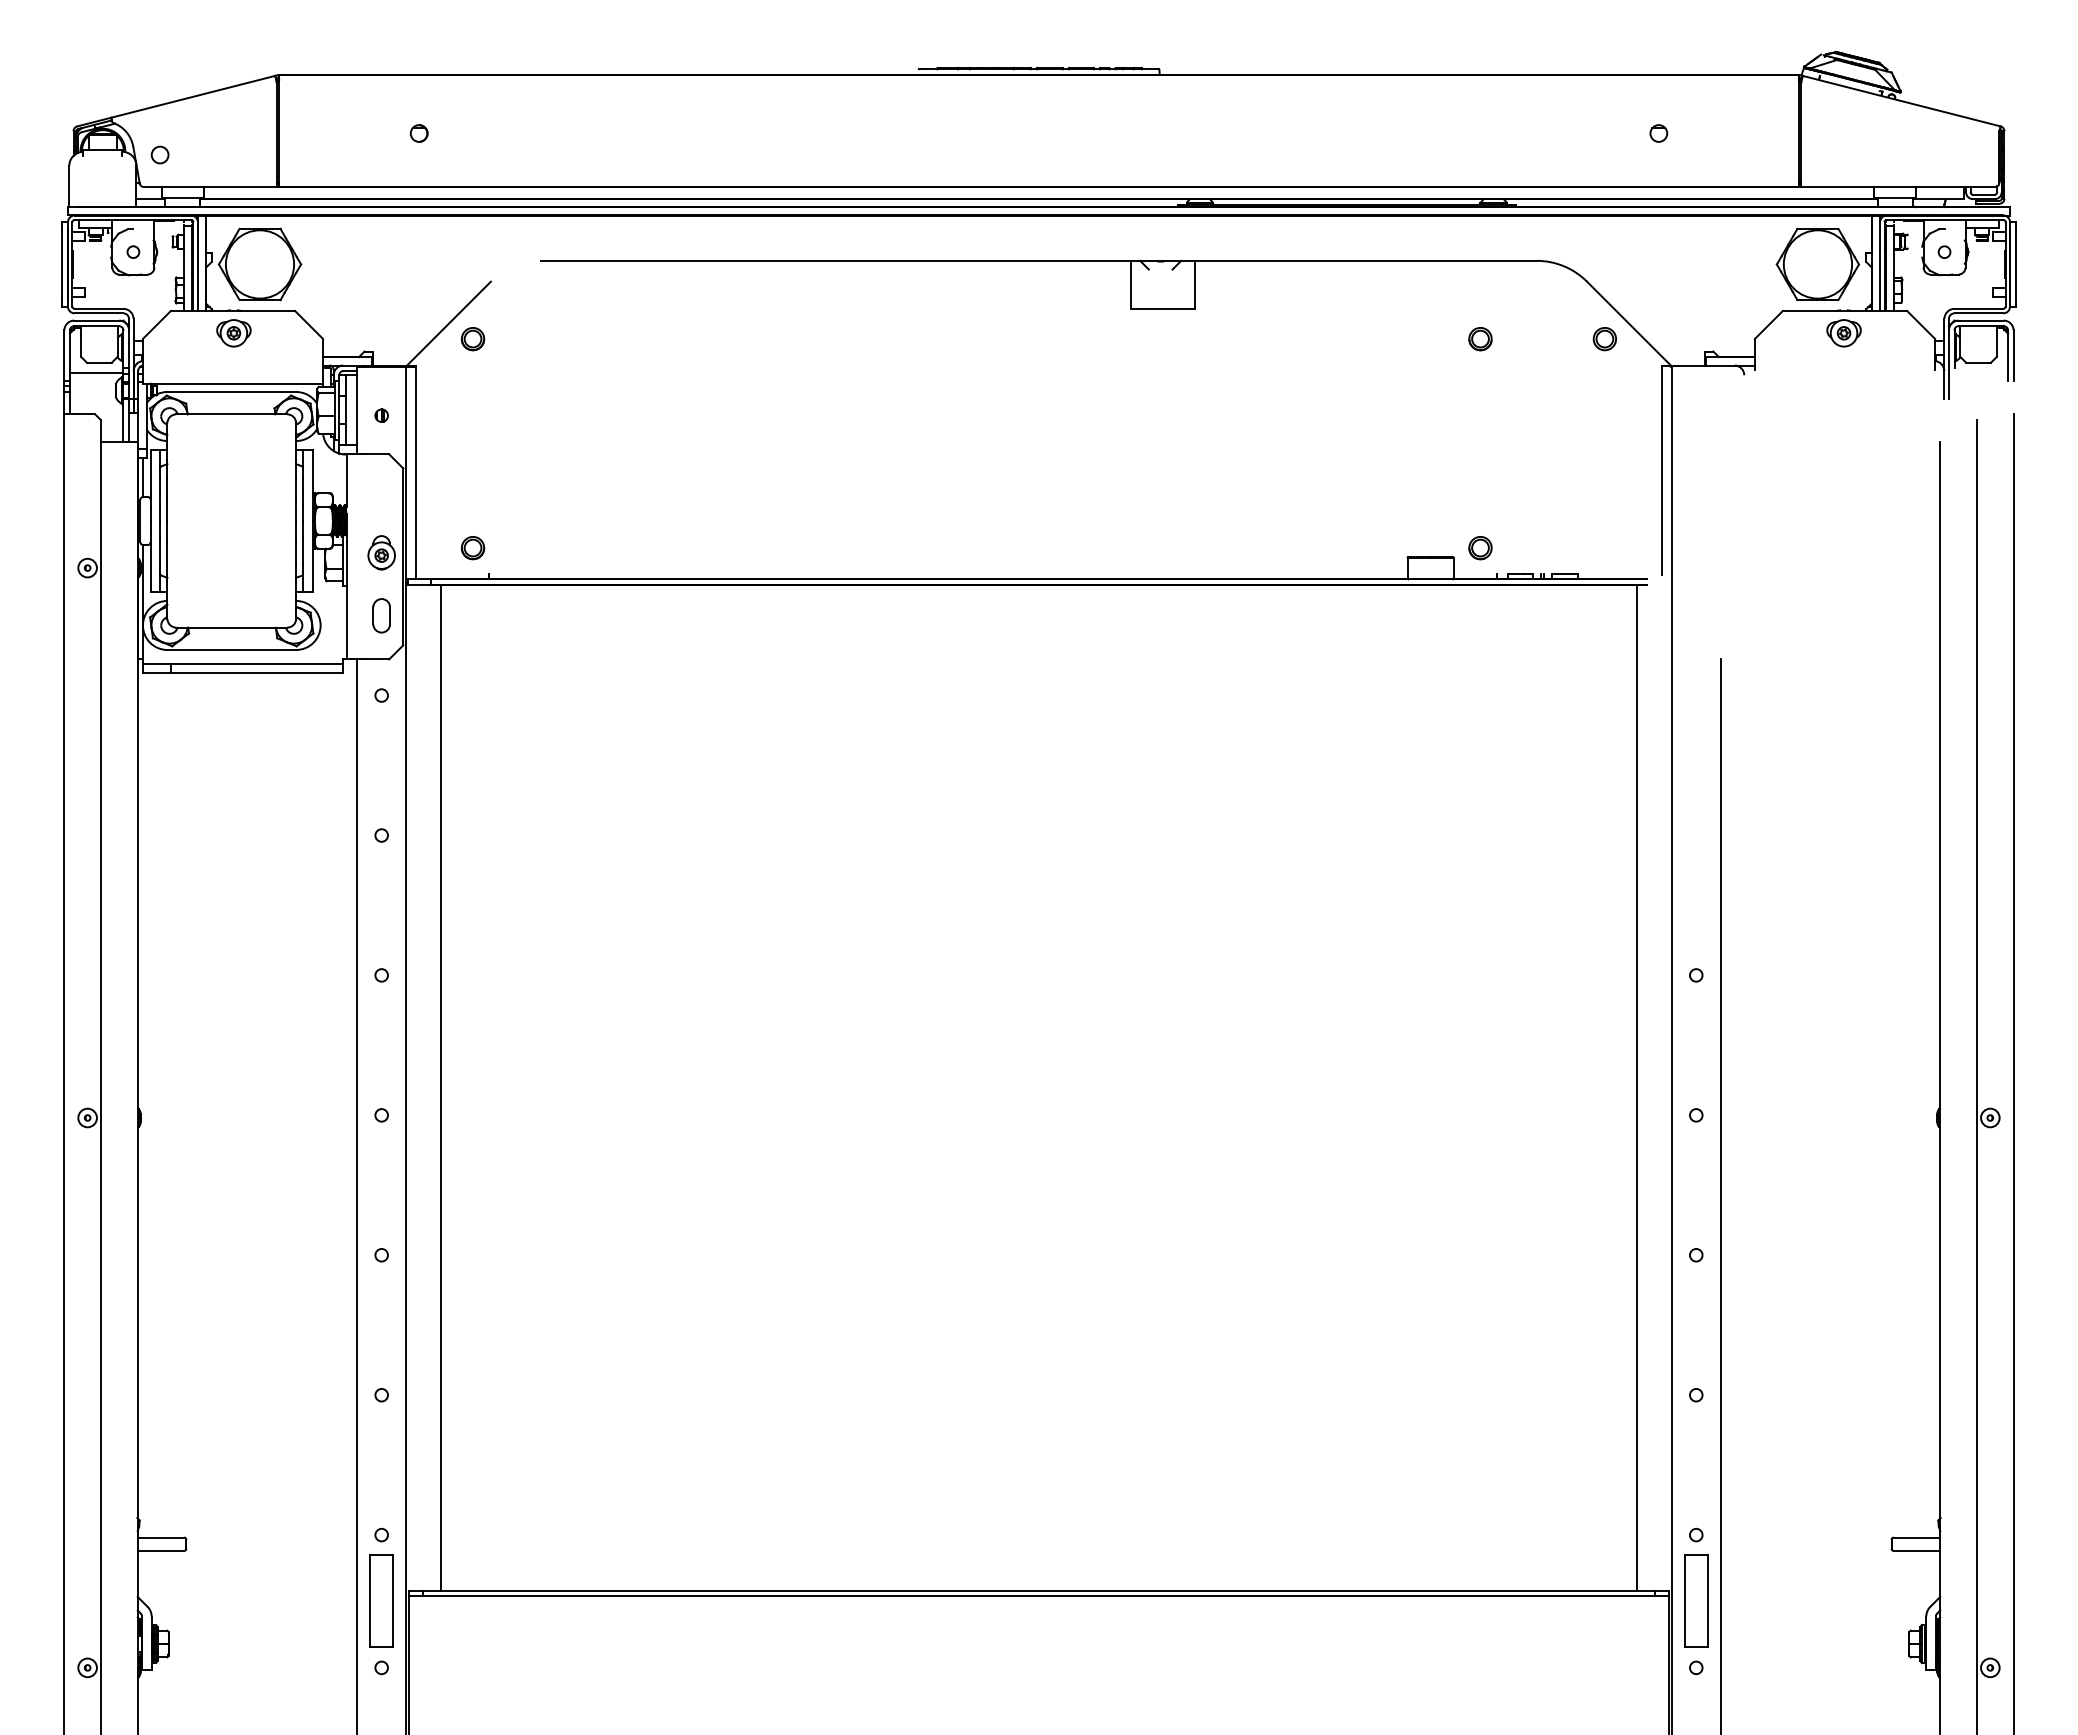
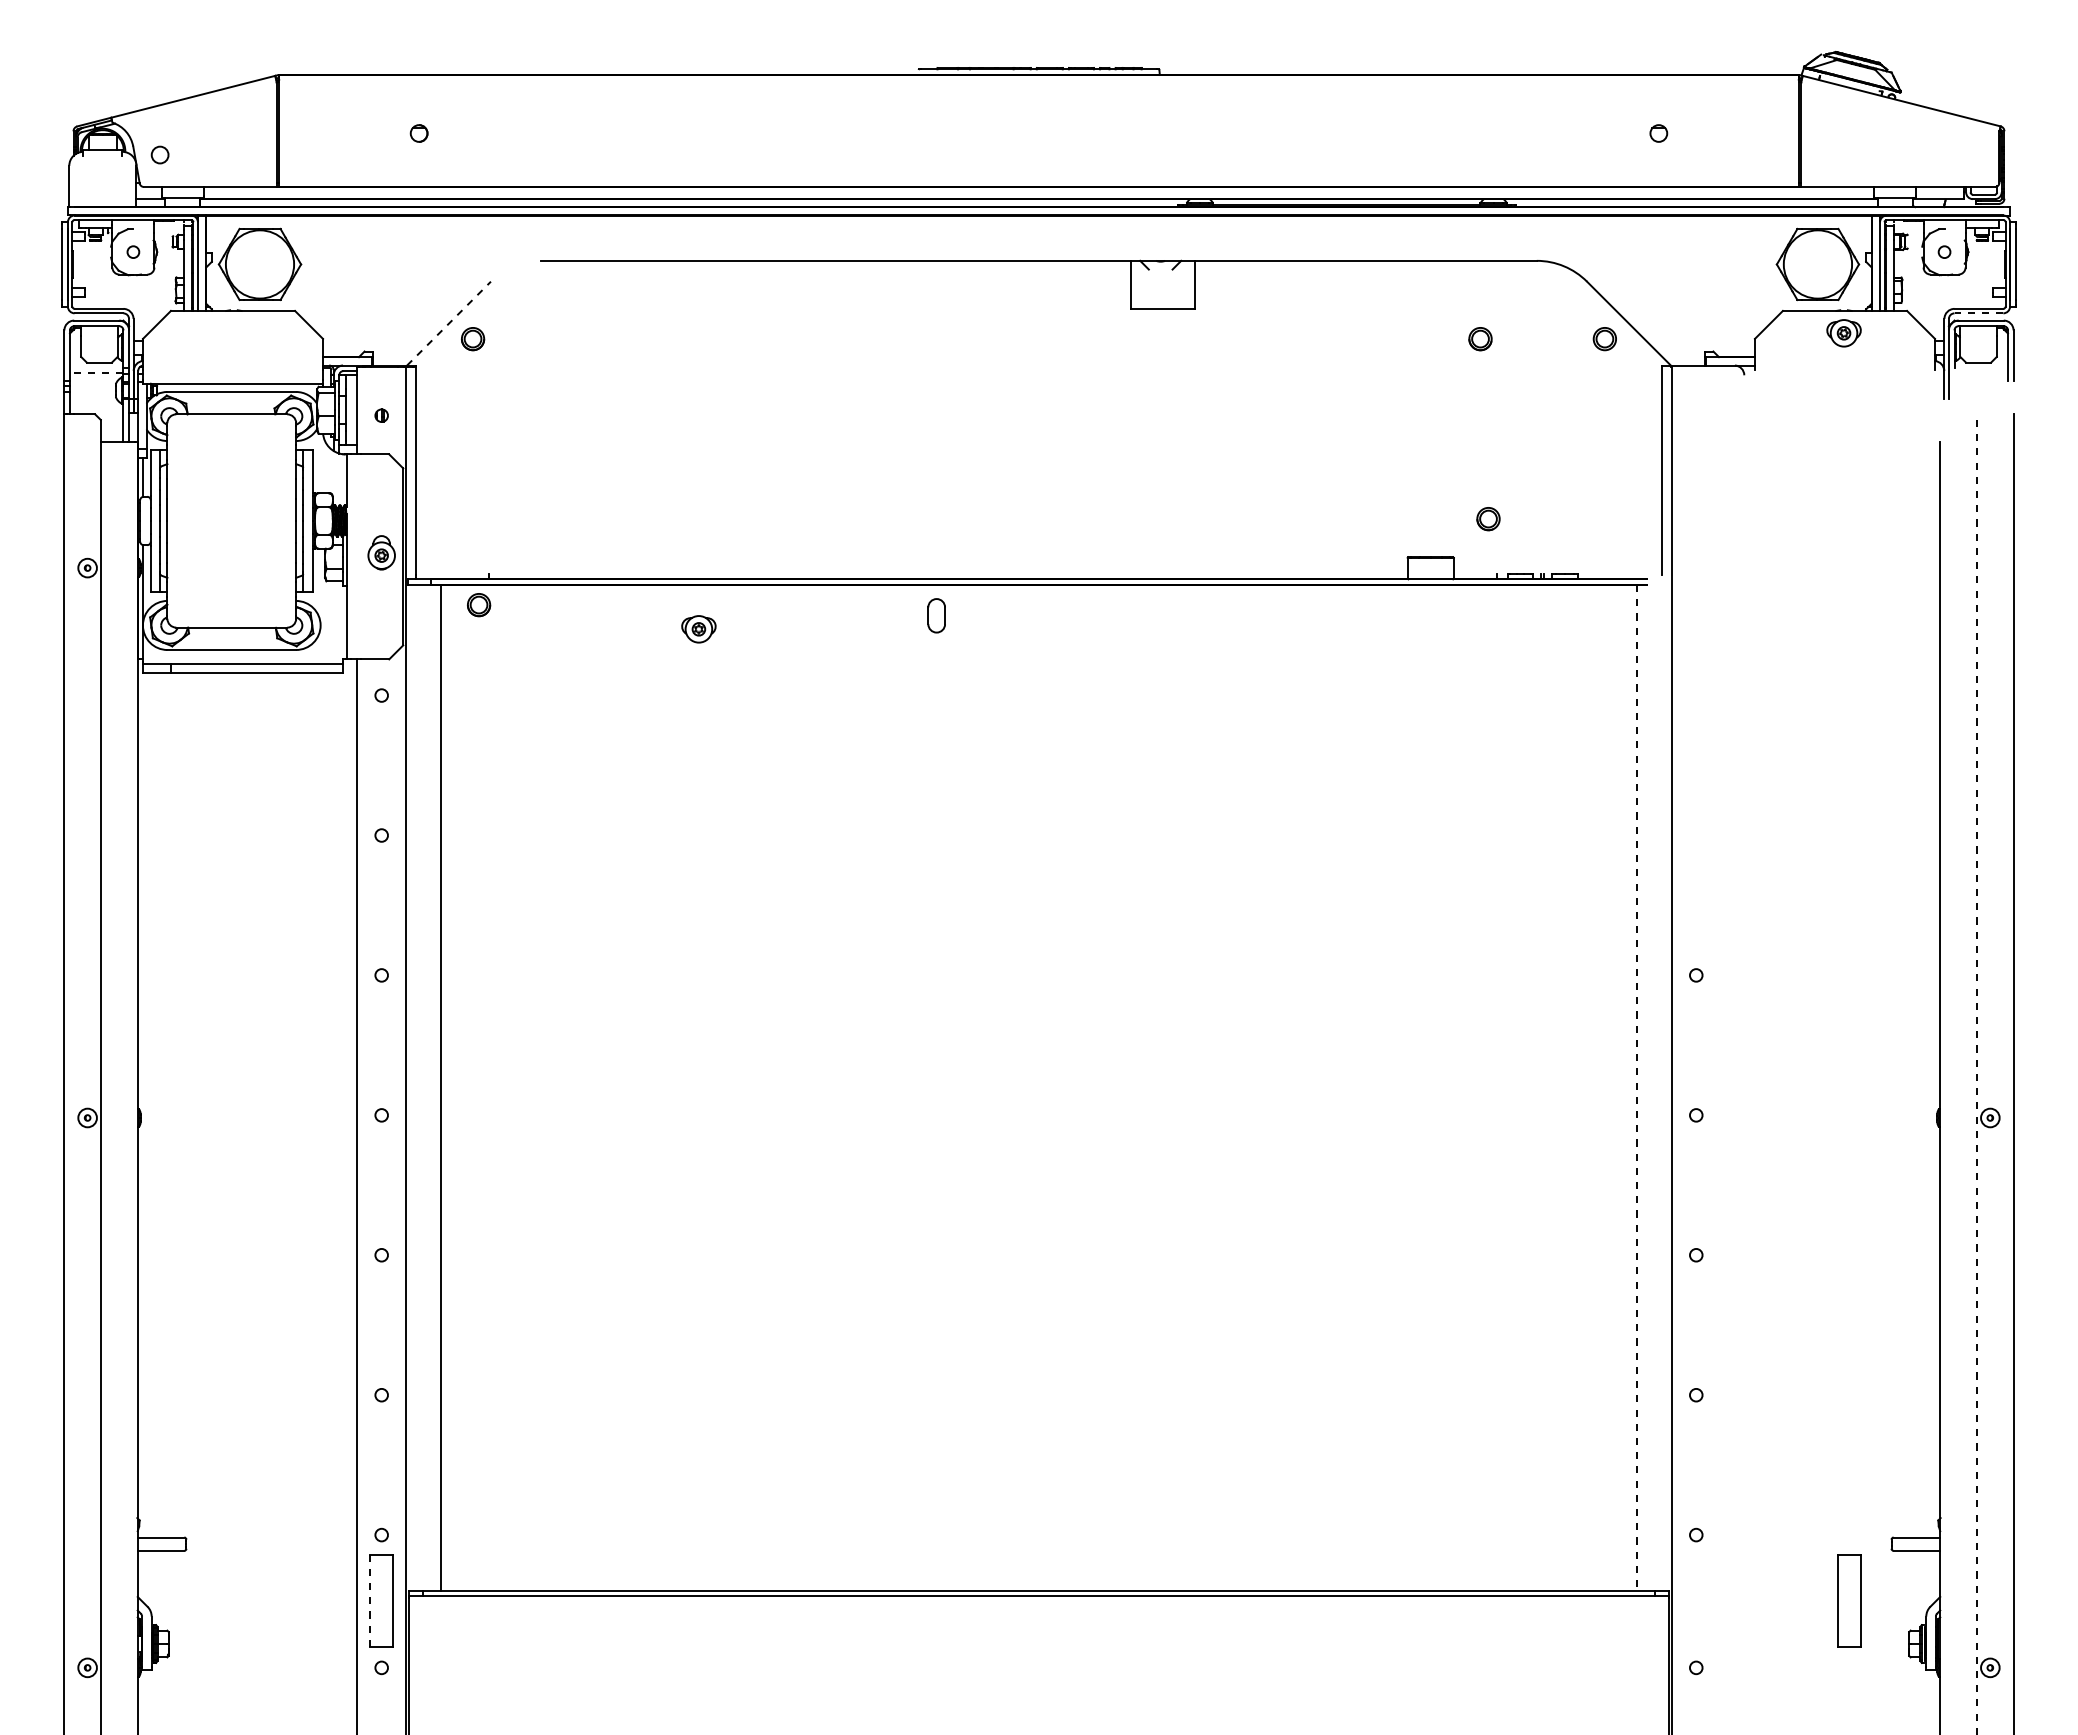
line at (1978, 313): solid -> dashed
line at (449, 323): solid -> dashed
part at (233, 333) position: (233, 333) -> (698, 629)
line at (96, 372): solid -> dashed
part at (473, 548) position: (473, 548) -> (479, 605)
part at (1480, 548) position: (1480, 548) -> (1488, 519)
part at (381, 615) position: (381, 615) -> (936, 615)
line at (1977, 1077): solid -> dashed
line at (1636, 1088): solid -> dashed
line at (1720, 1195): present -> none
part at (1696, 1600) position: (1696, 1600) -> (1849, 1600)
line at (370, 1601): solid -> dashed
